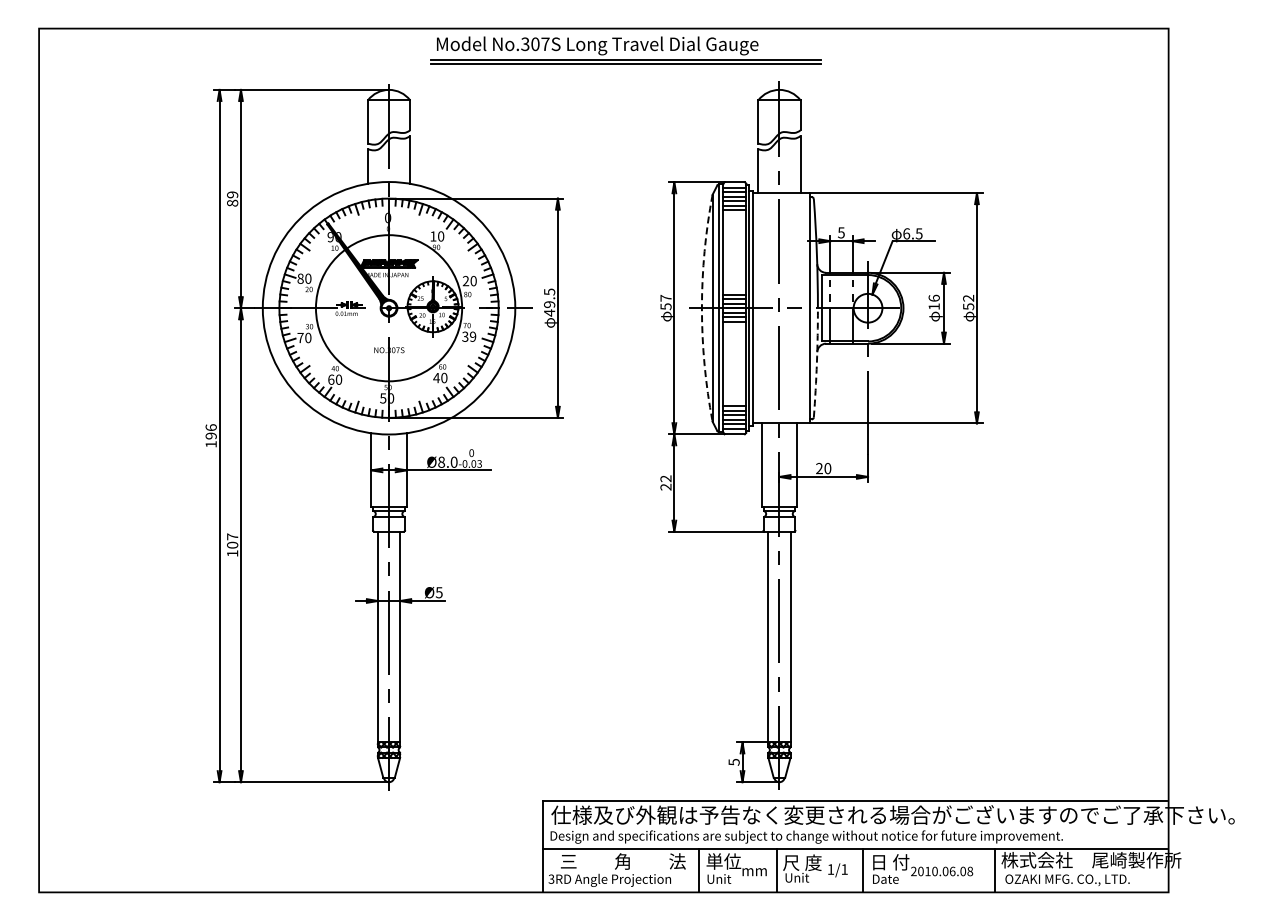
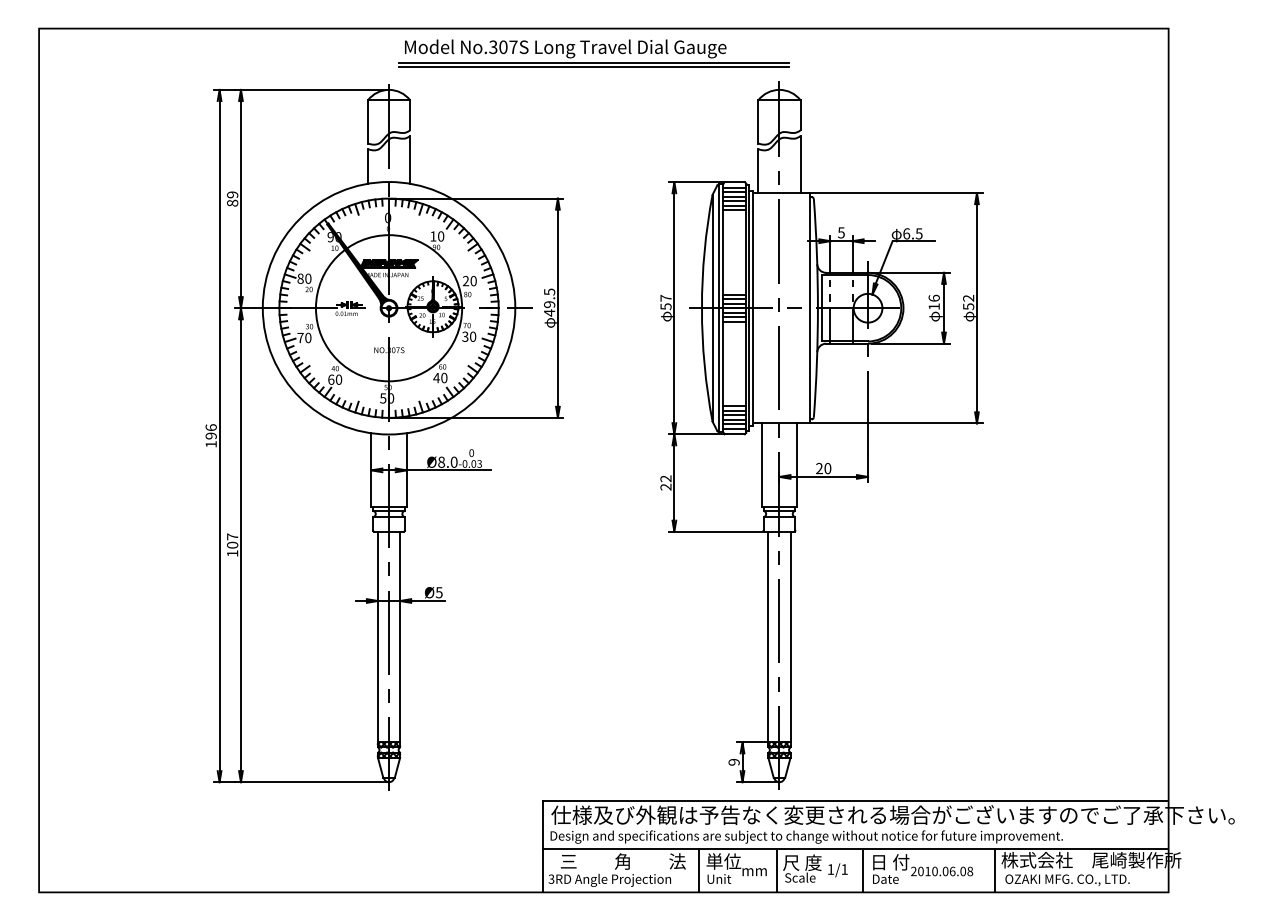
part at (625, 50) position: (625, 50) -> (593, 53)
arc at (701, 308): dashed -> solid
text at (473, 336): 39 -> 30
arc at (816, 362): dashed -> solid
text at (733, 762): 5 -> 9
text at (800, 877): Unit -> Scale
